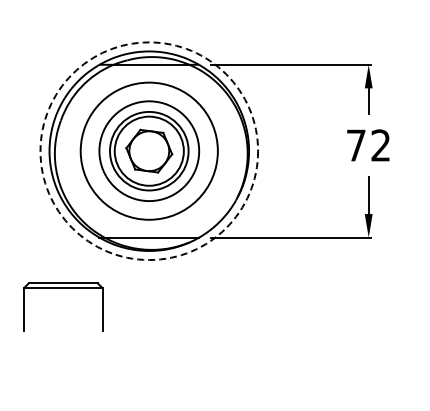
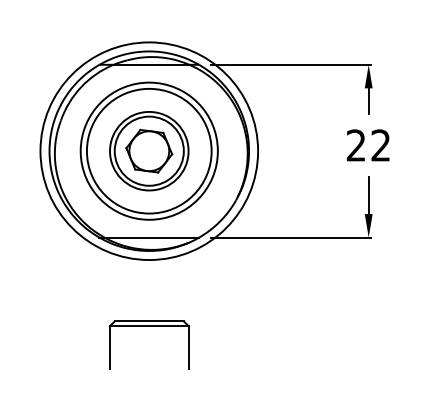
text at (355, 145): 72 -> 22
circle at (149, 151) diameter: 100 px -> 125 px
circle at (149, 151): dashed -> solid
part at (63, 288) position: (63, 288) -> (149, 326)
